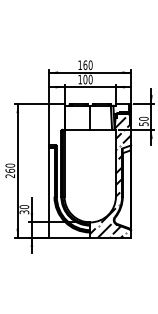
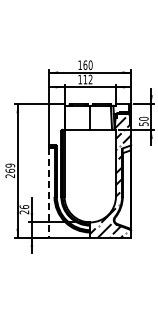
text at (87, 79): 100 -> 112
text at (10, 165): 260 -> 269
line at (49, 193): solid -> dashed
text at (24, 209): 30 -> 26
